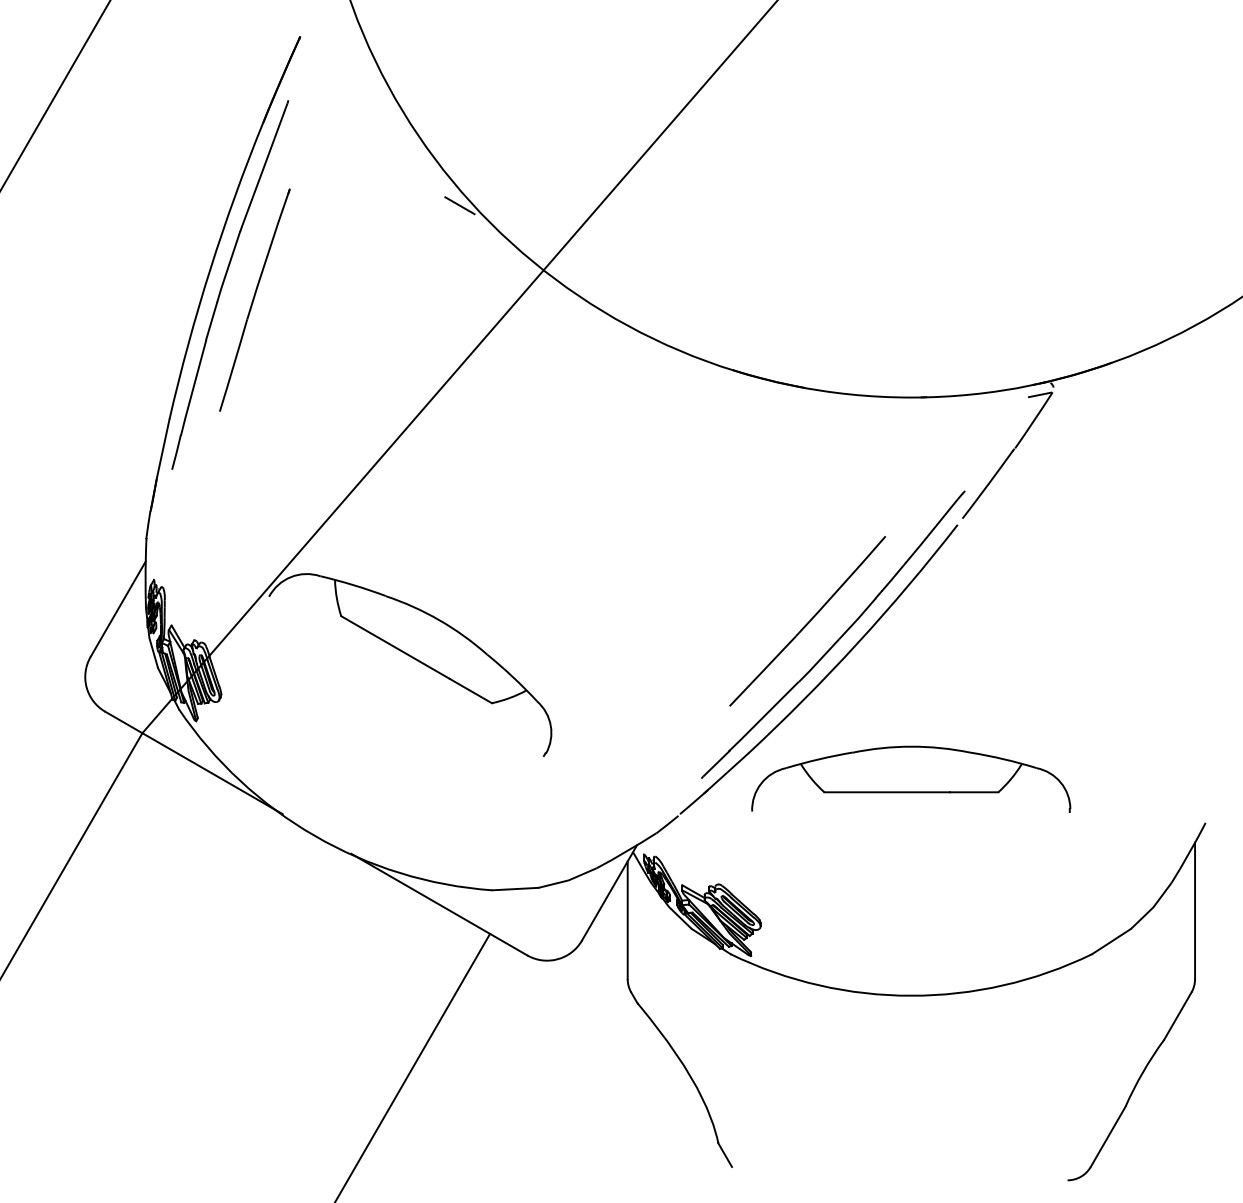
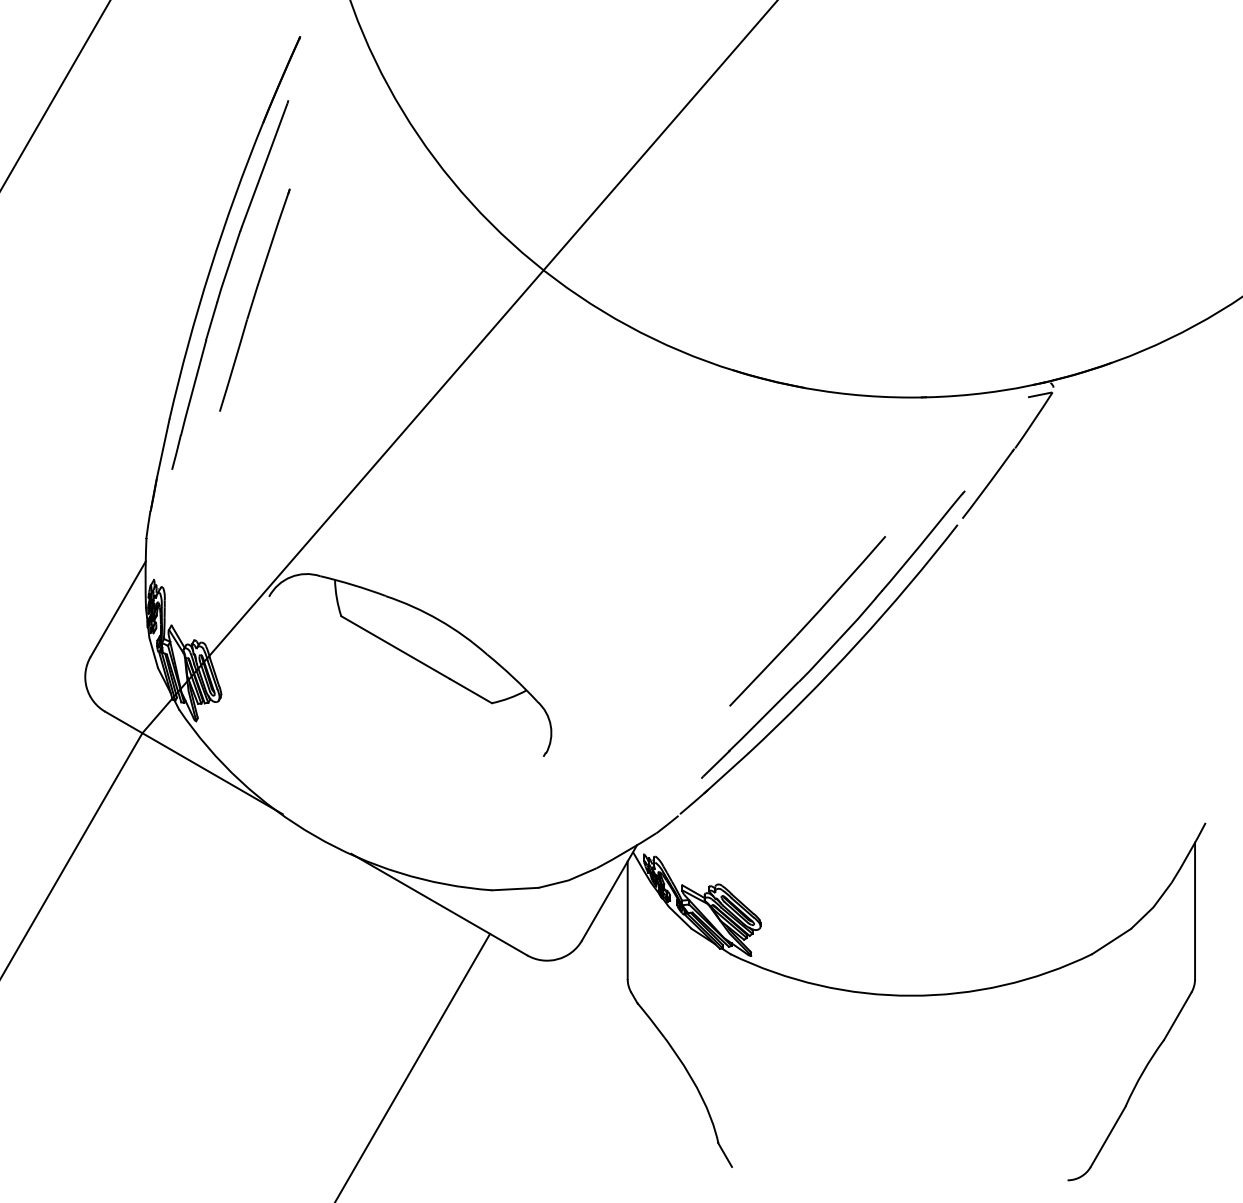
line at (459, 205): present -> none
part at (911, 778): present -> none
